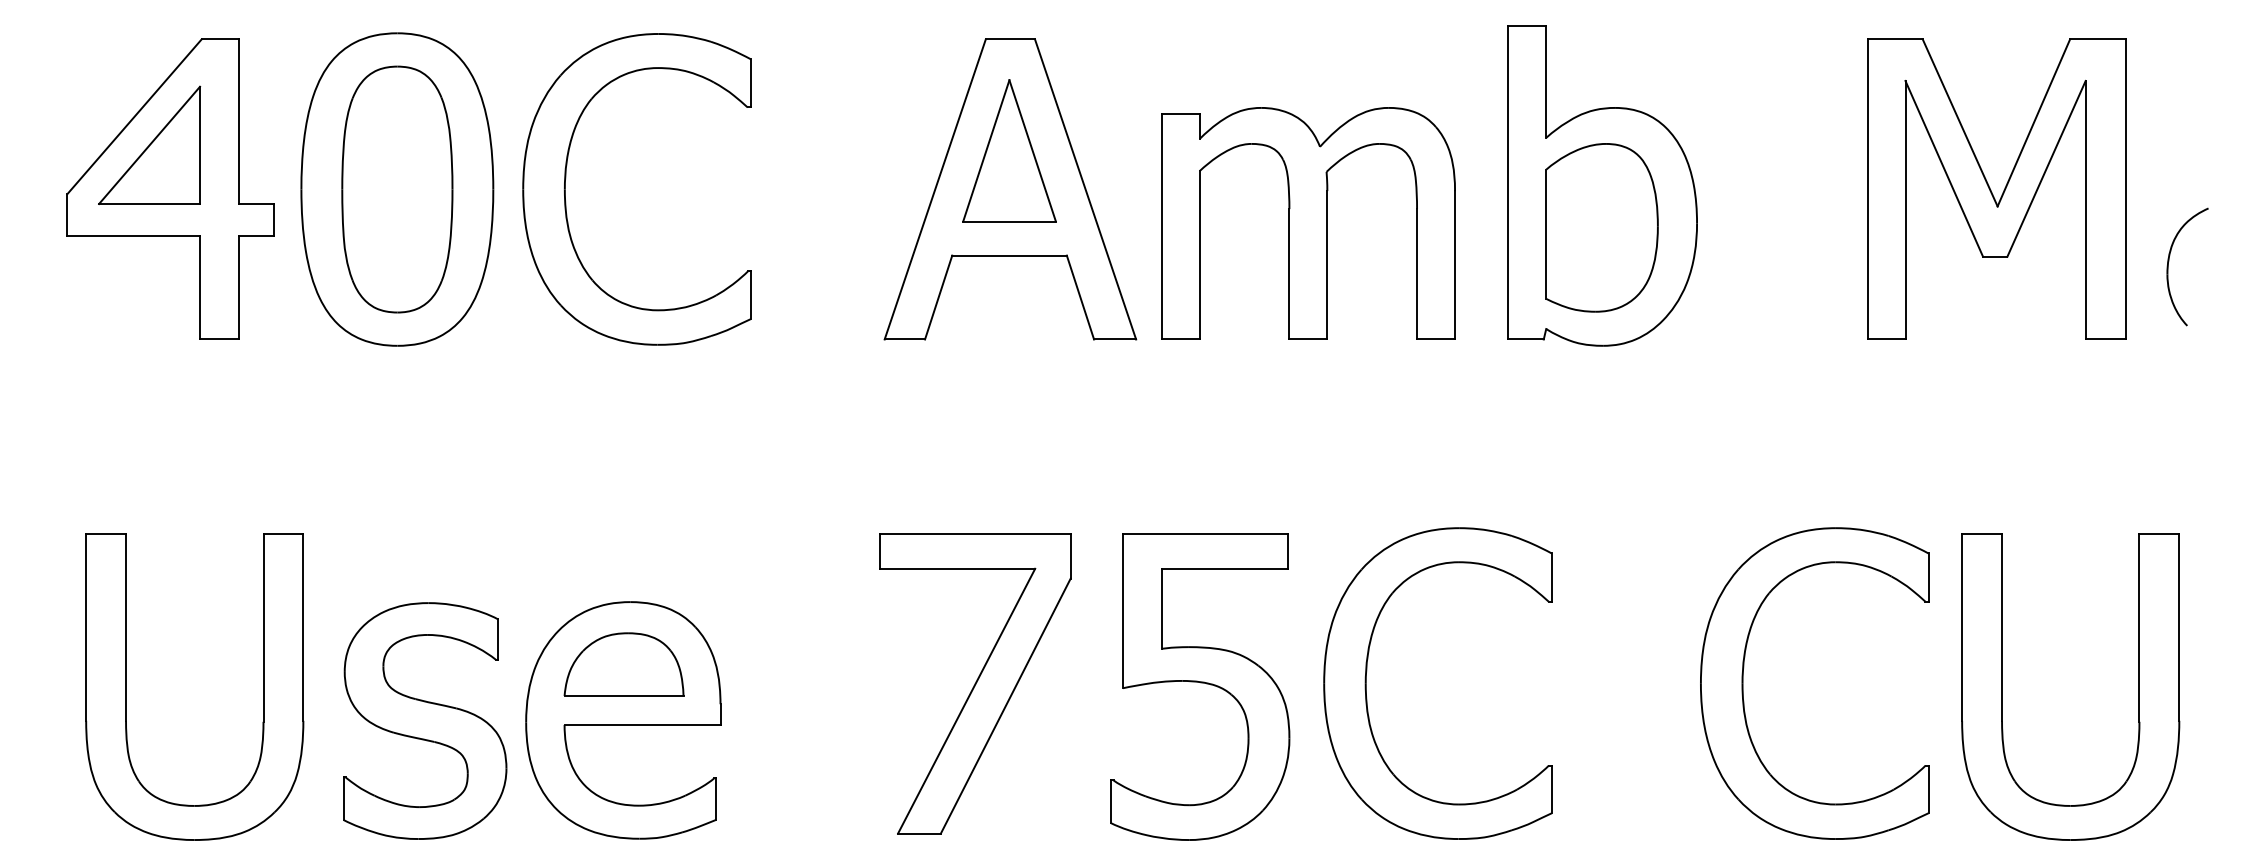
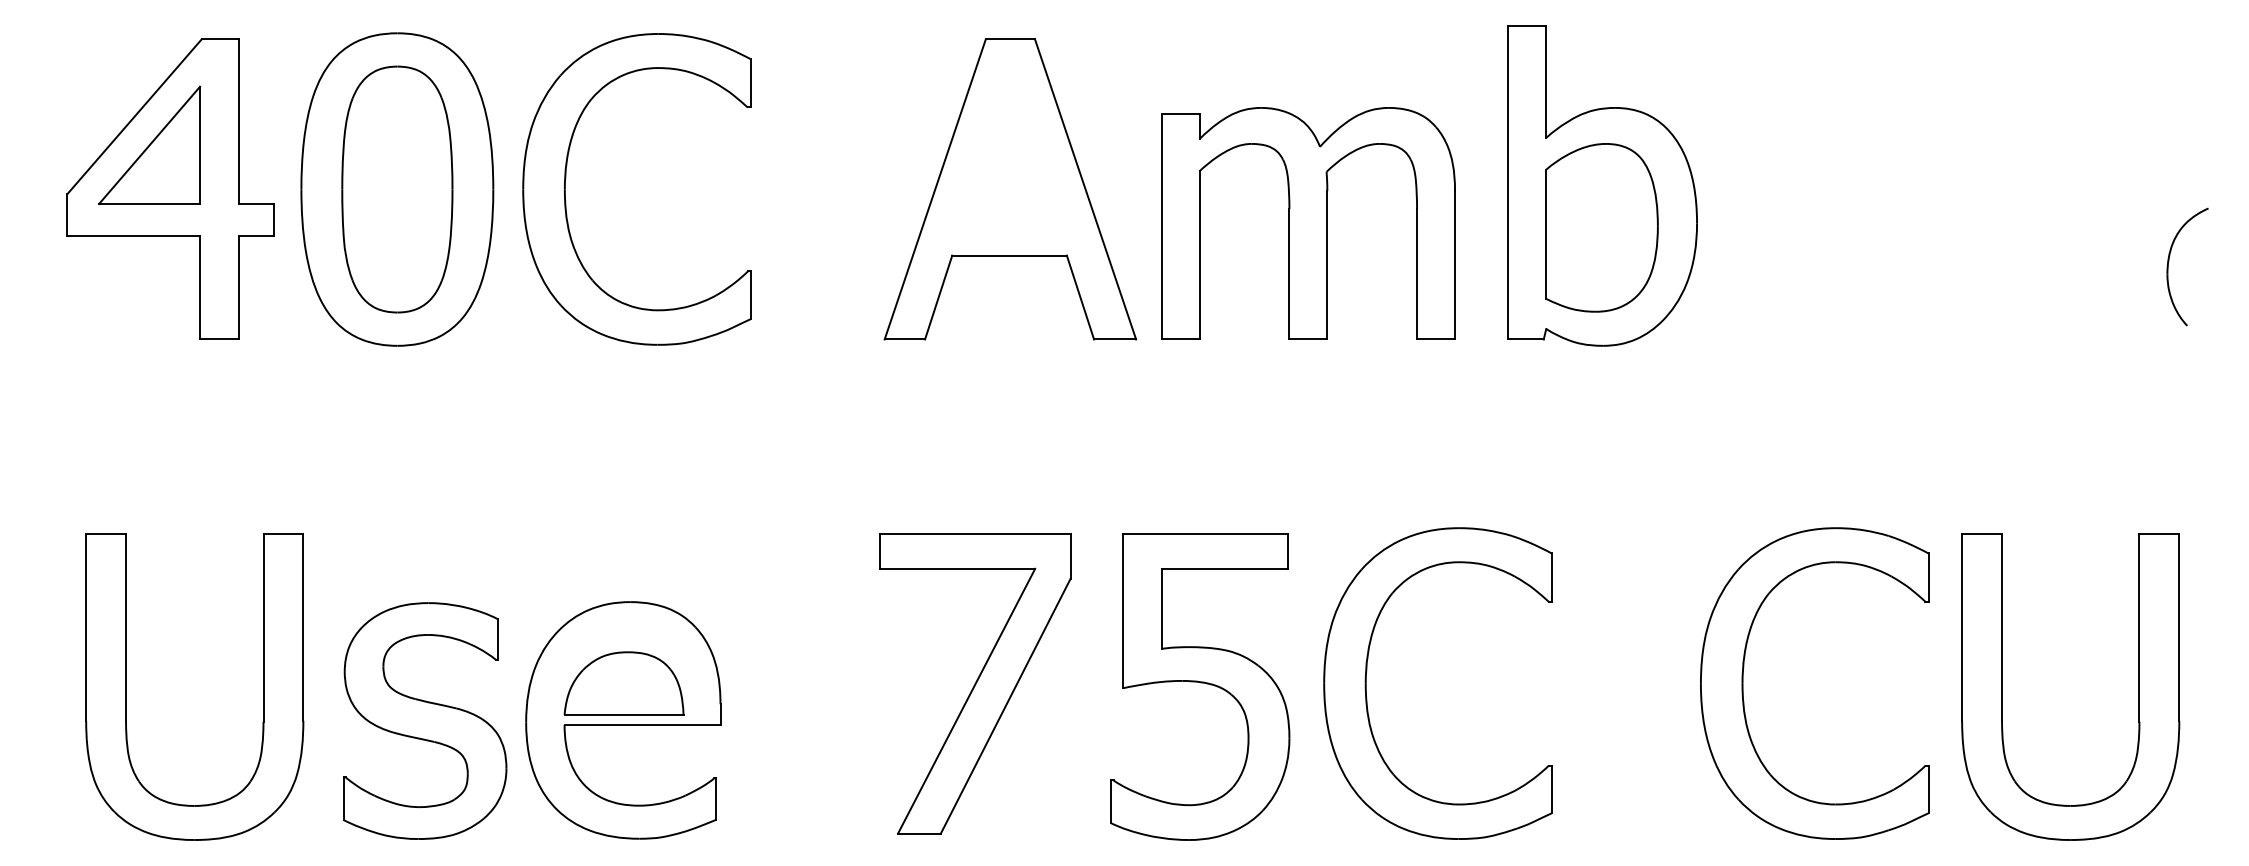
part at (1009, 150): present -> none
part at (1996, 188): present -> none
part at (623, 664) position: (623, 664) -> (623, 683)
